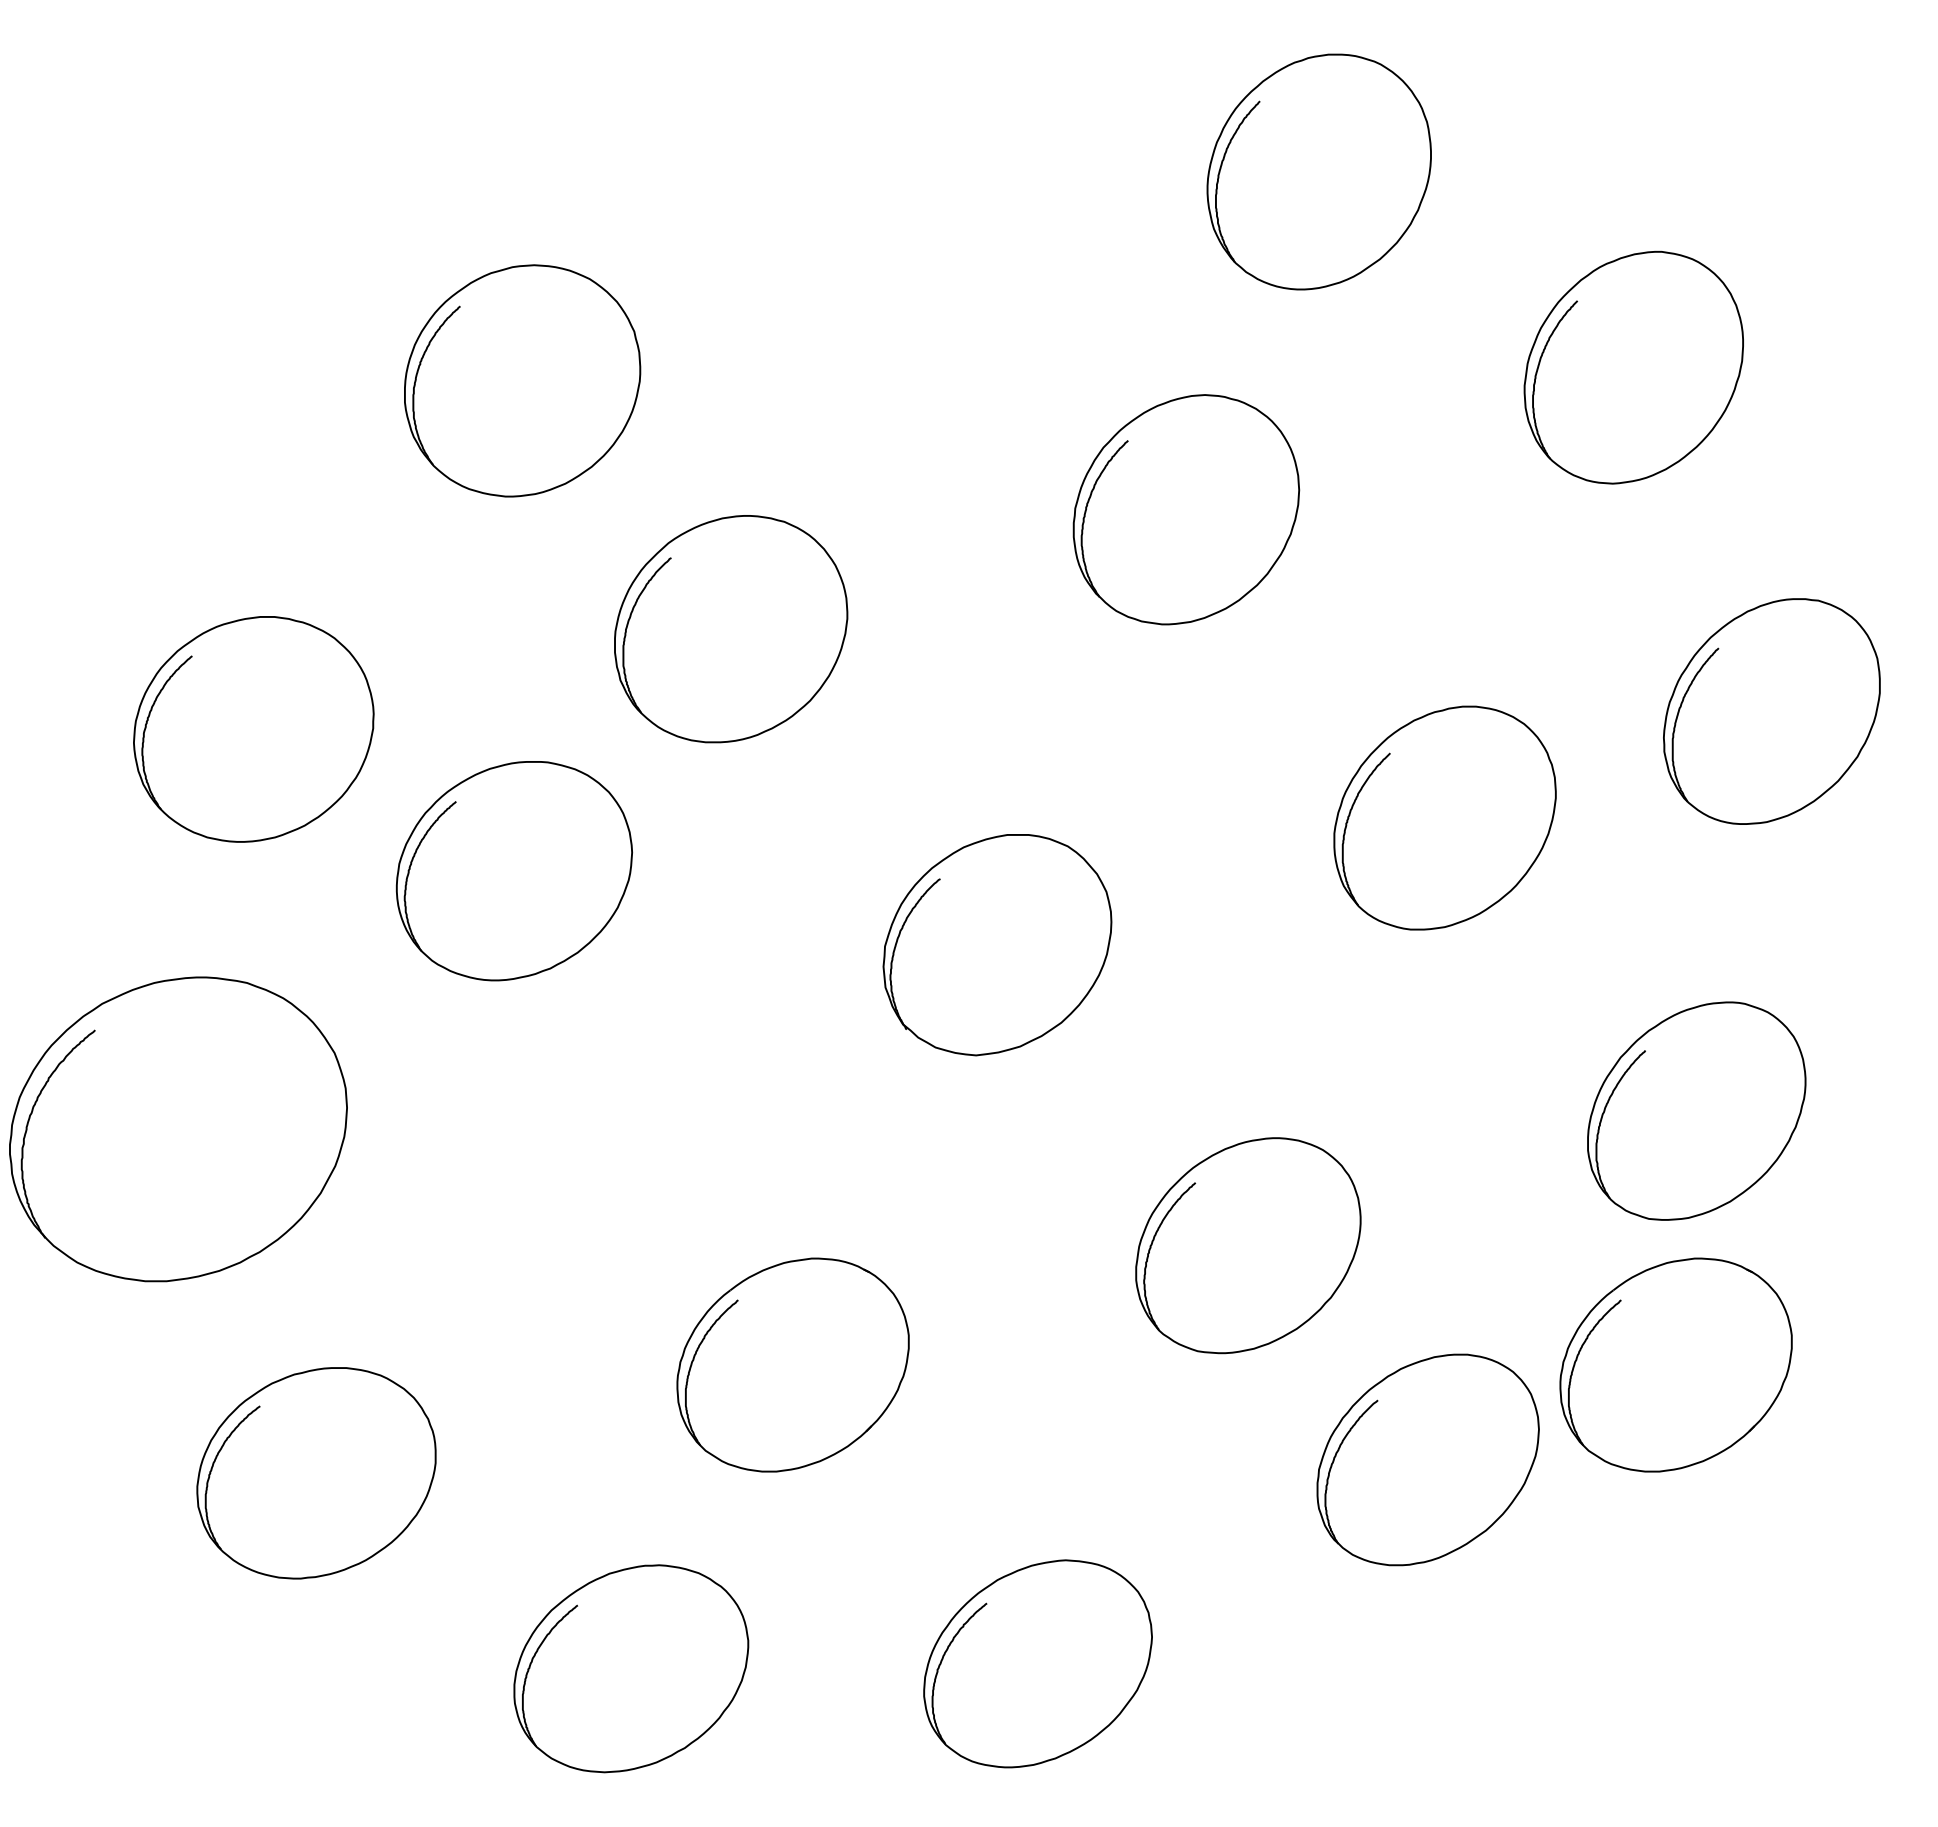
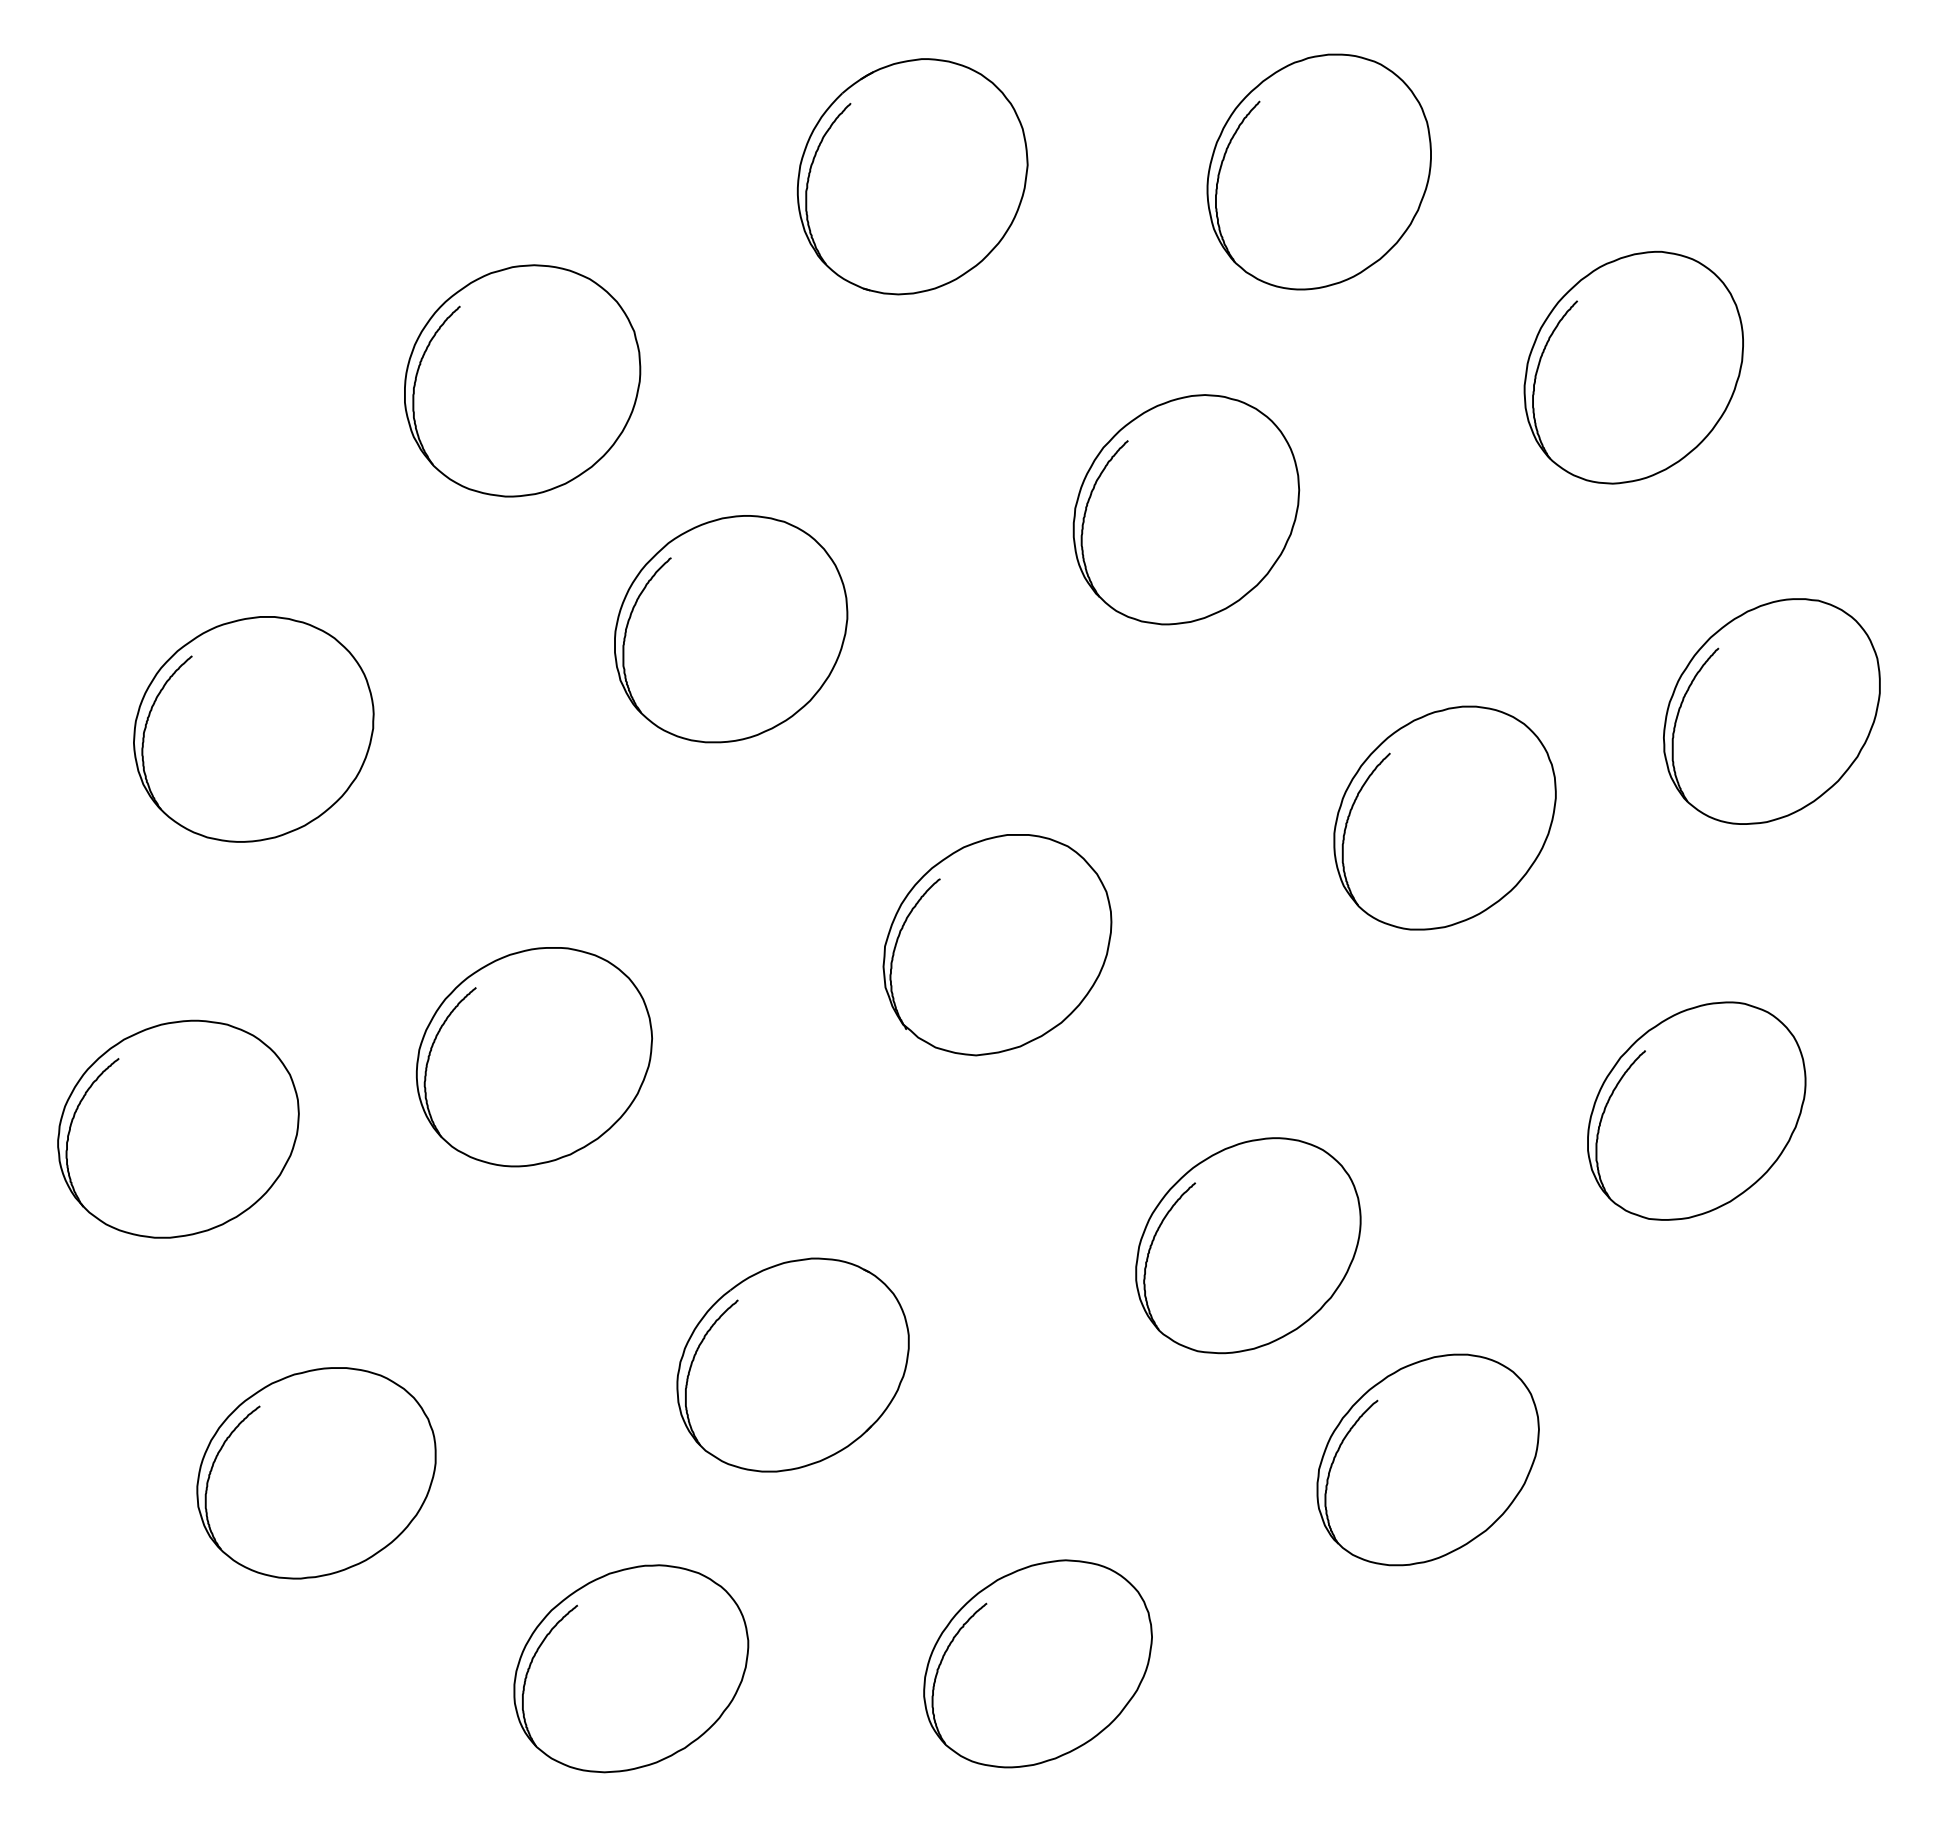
part at (912, 176): none -> present
part at (513, 871) position: (513, 871) -> (533, 1057)
part at (178, 1129) size: 339x307 px -> 243x220 px
part at (1675, 1364): present -> none
